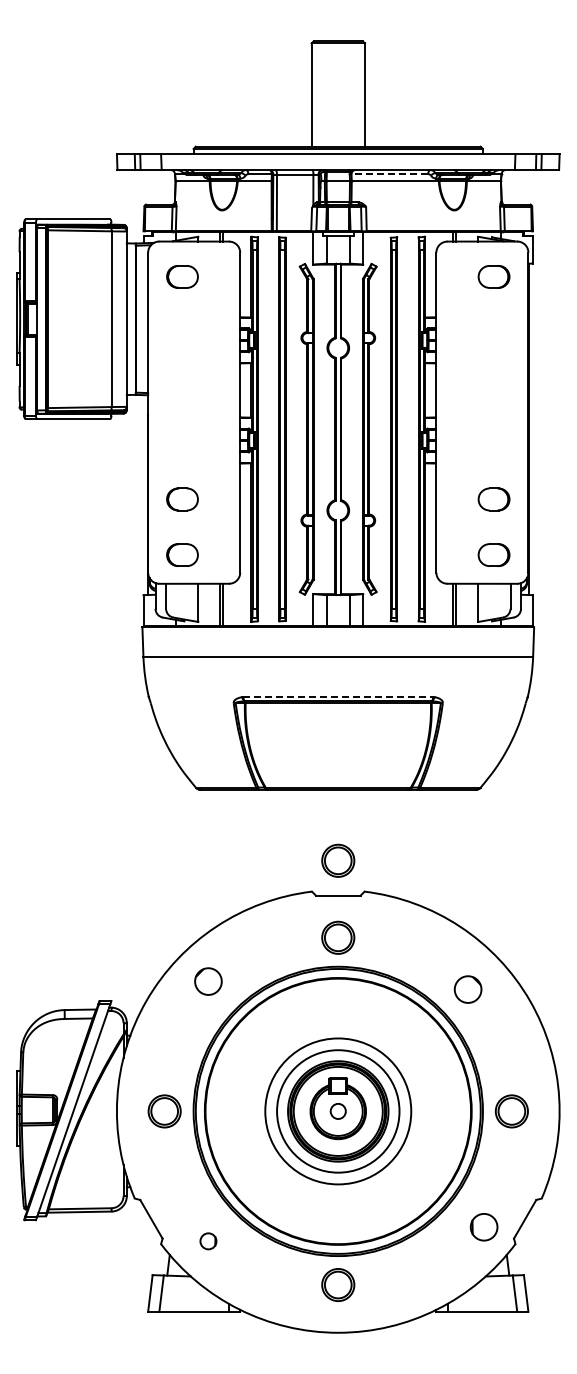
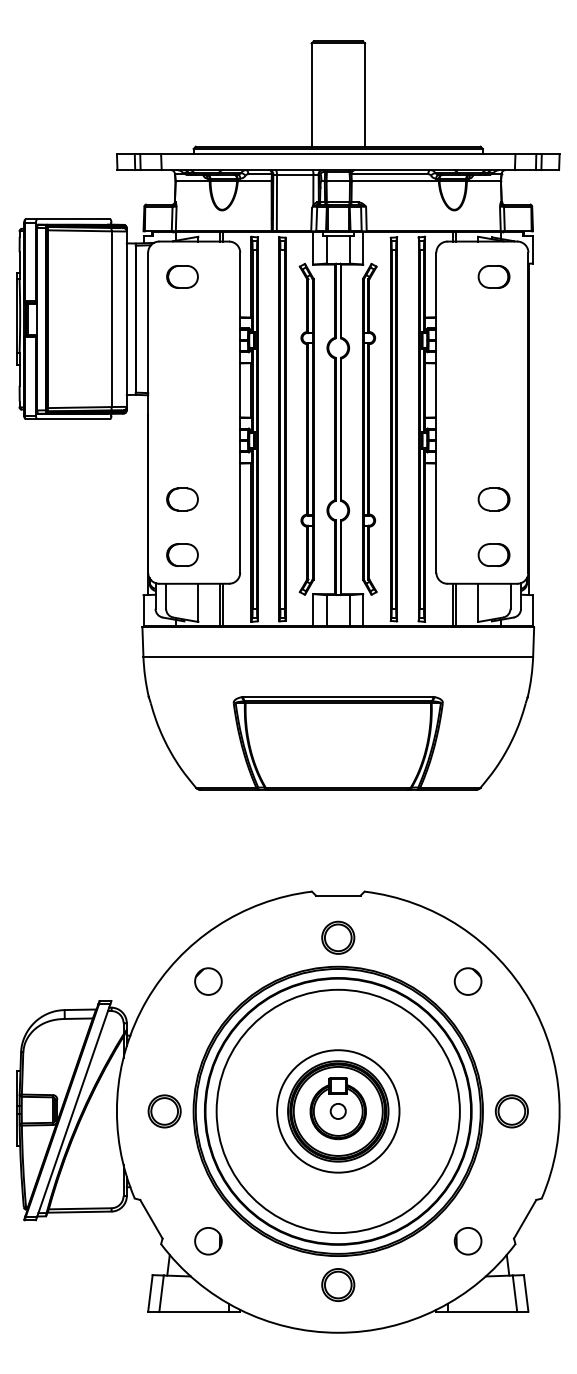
line at (389, 174): dashed -> solid
line at (338, 696): dashed -> solid
part at (338, 860): present -> none
part at (467, 989) position: (467, 989) -> (467, 981)
circle at (338, 1111) diameter: 146 px -> 243 px
part at (483, 1227) position: (483, 1227) -> (467, 1241)
circle at (208, 1241) size: 19x19 px -> 29x29 px
